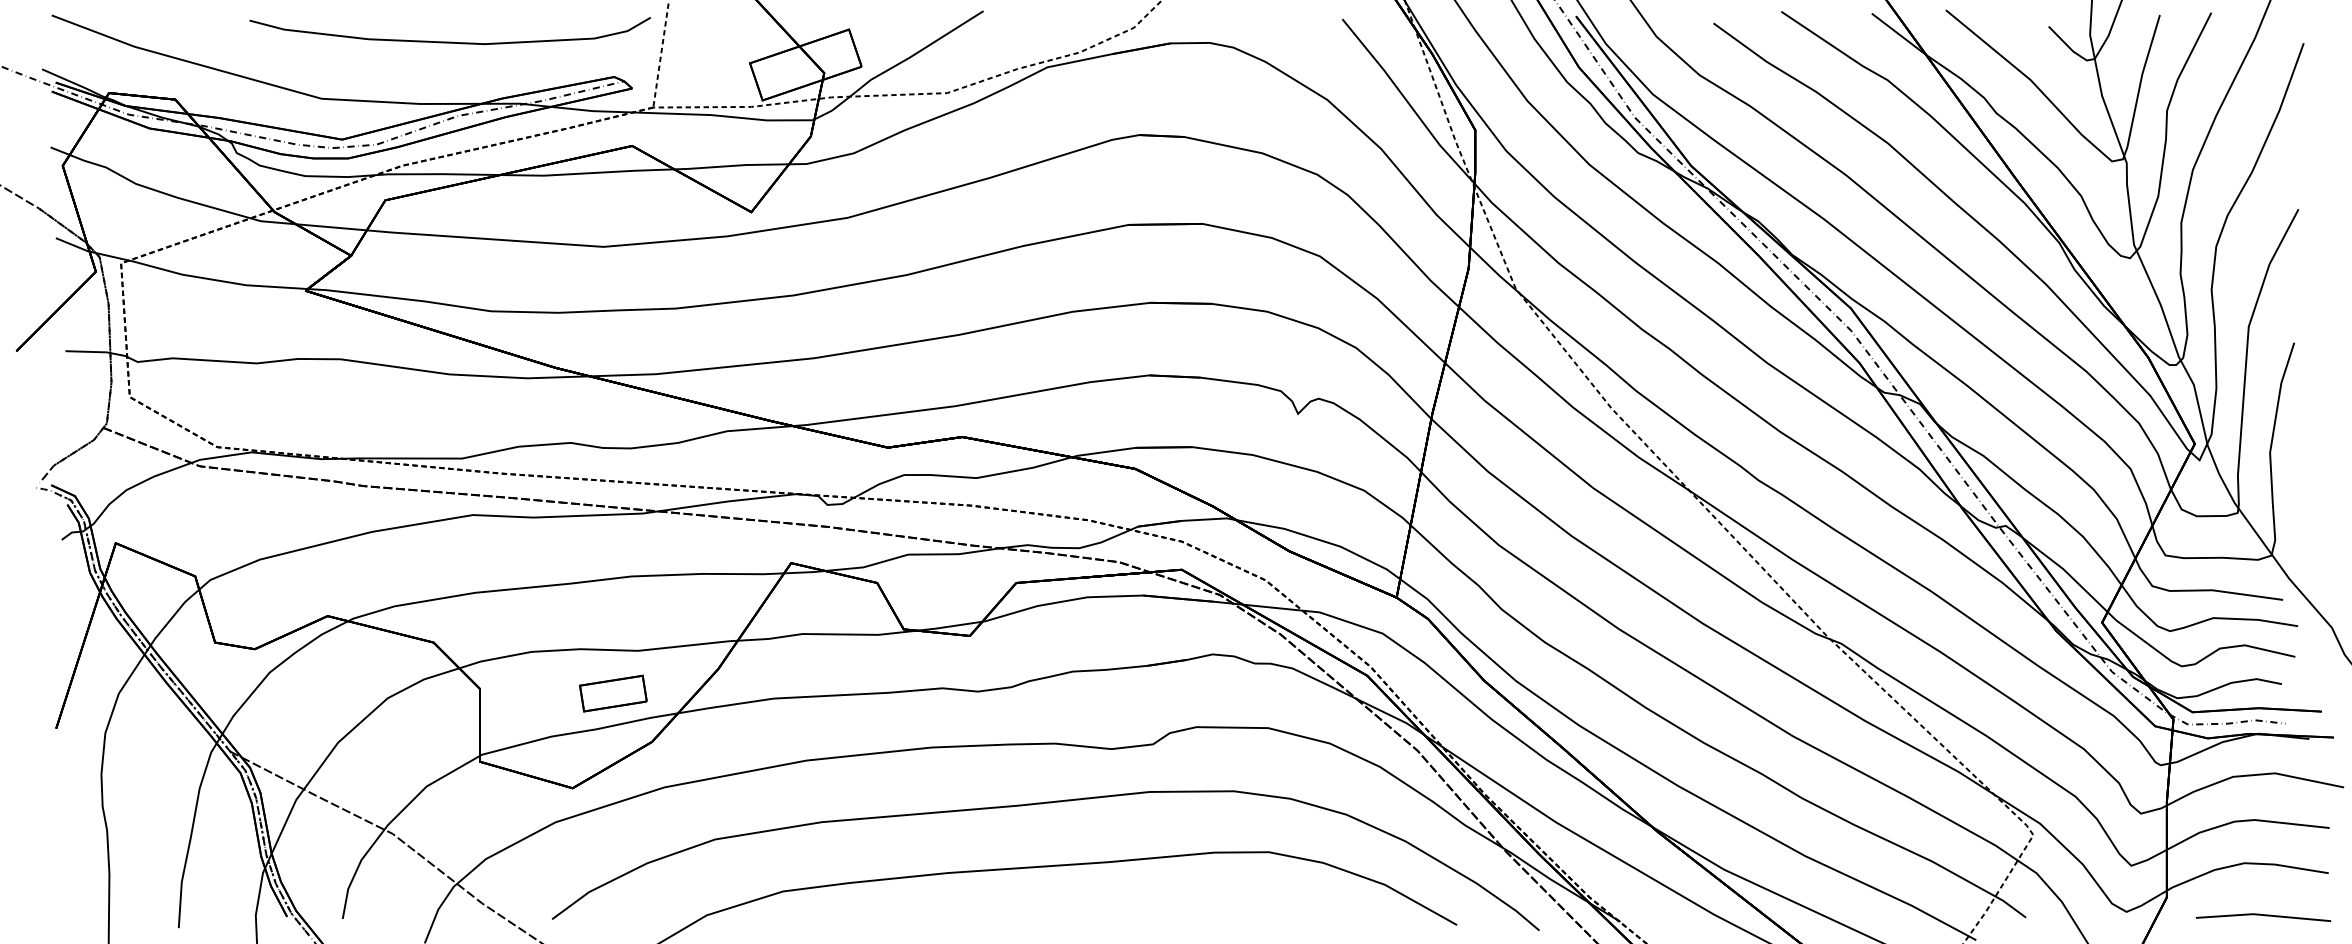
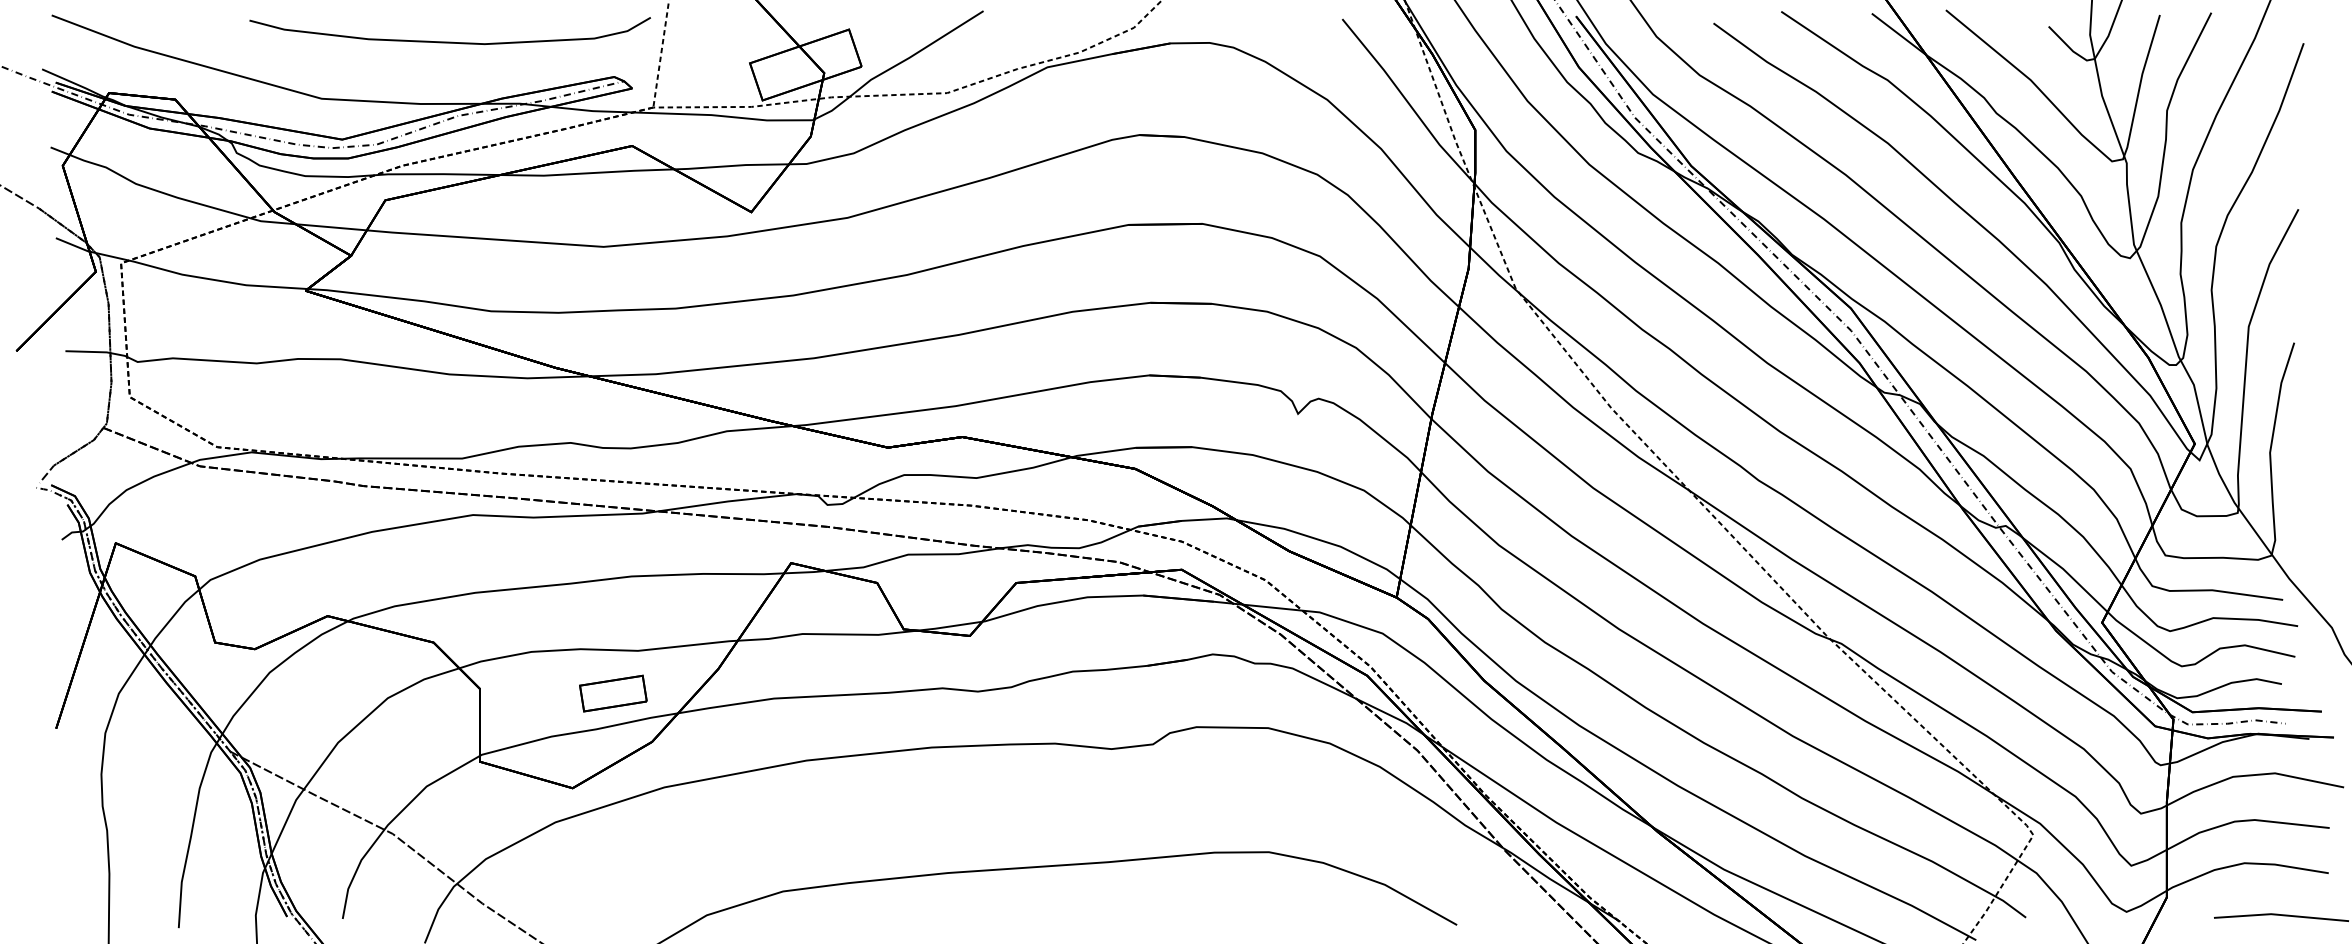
curve at (1041, 804): present -> none
line at (2264, 916) position: (2264, 916) -> (2282, 916)
